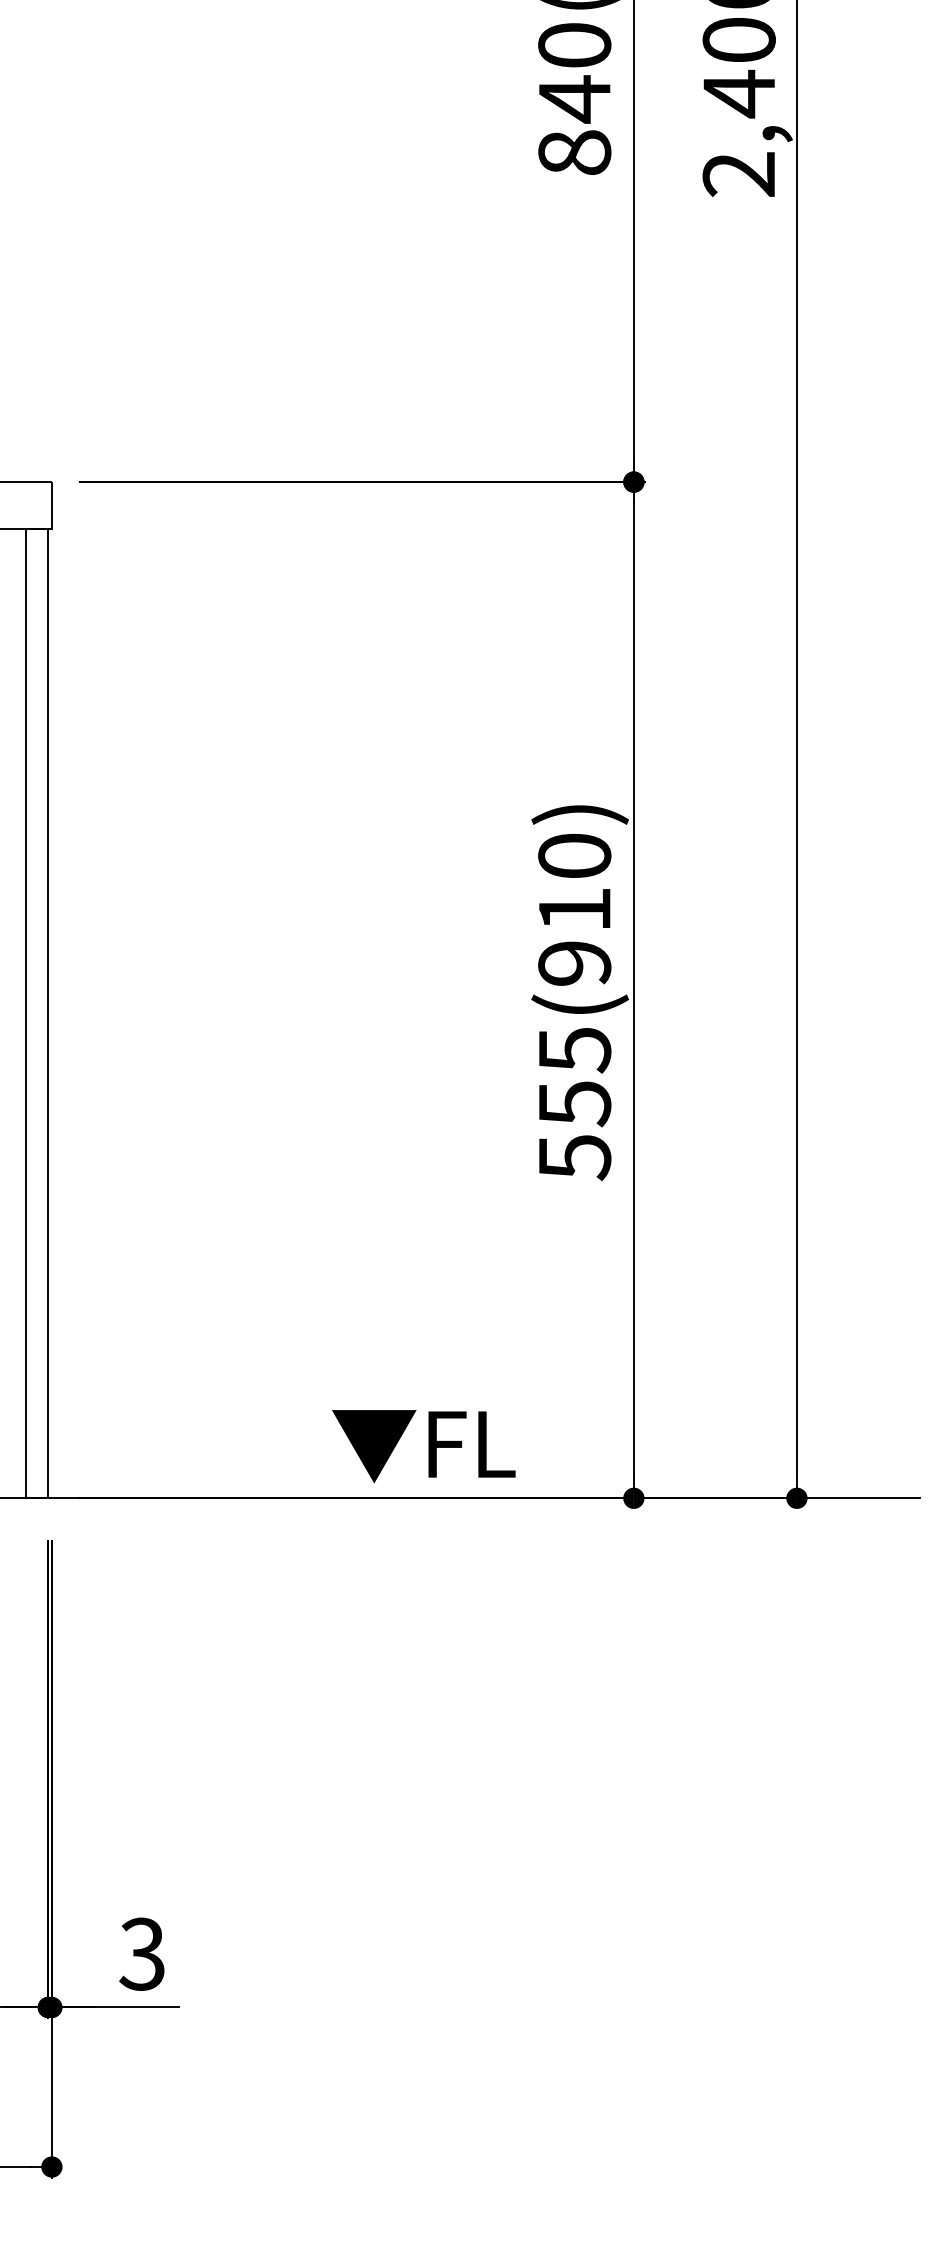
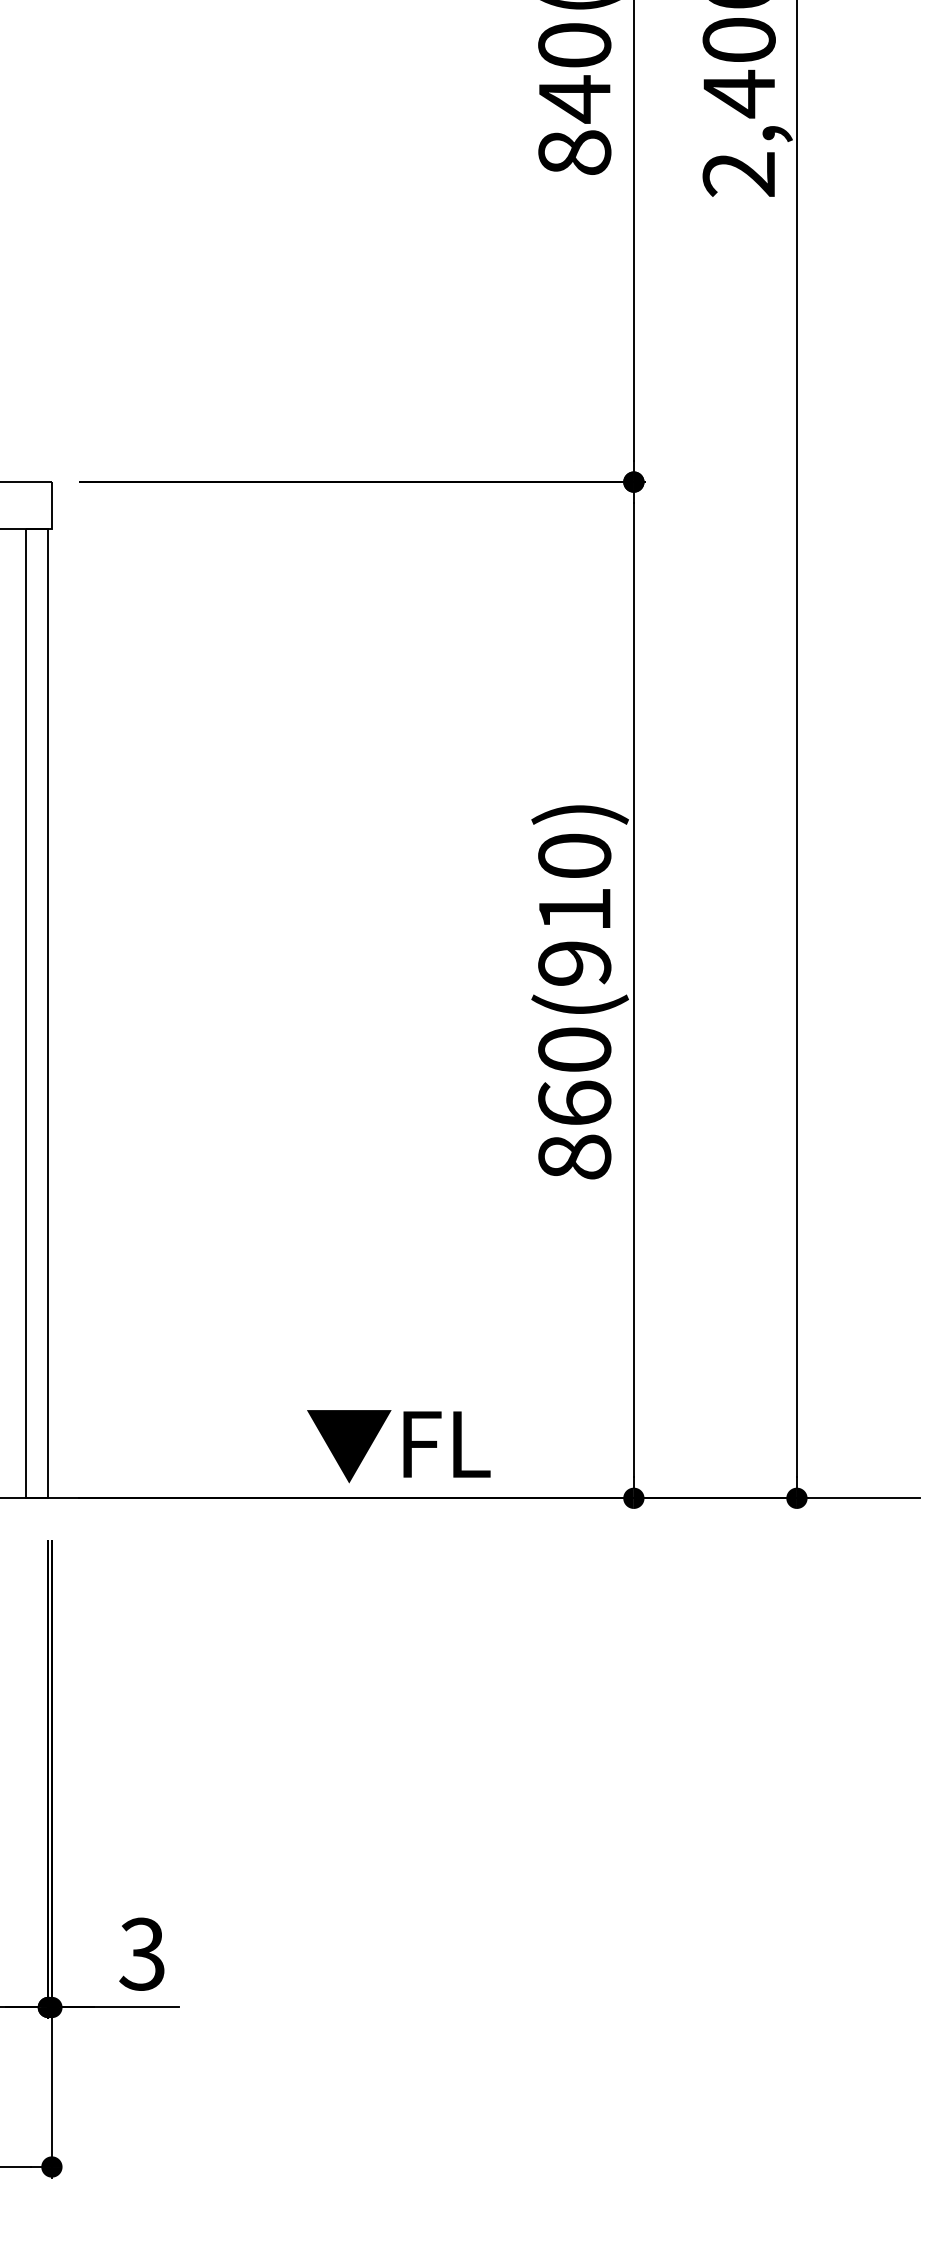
text at (574, 1103): 555(910) -> 860(910)
text at (423, 1446) position: (423, 1446) -> (398, 1446)
